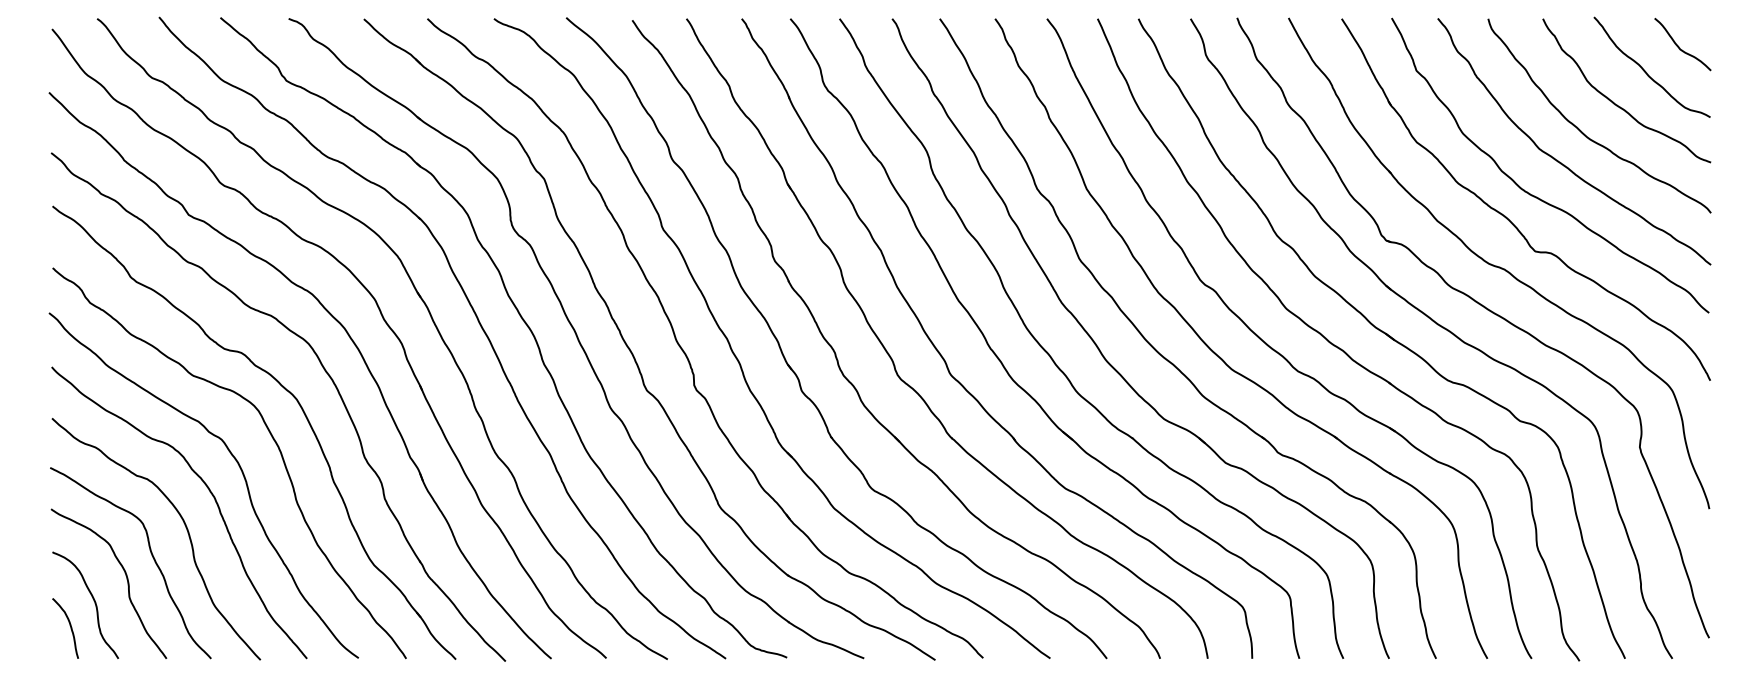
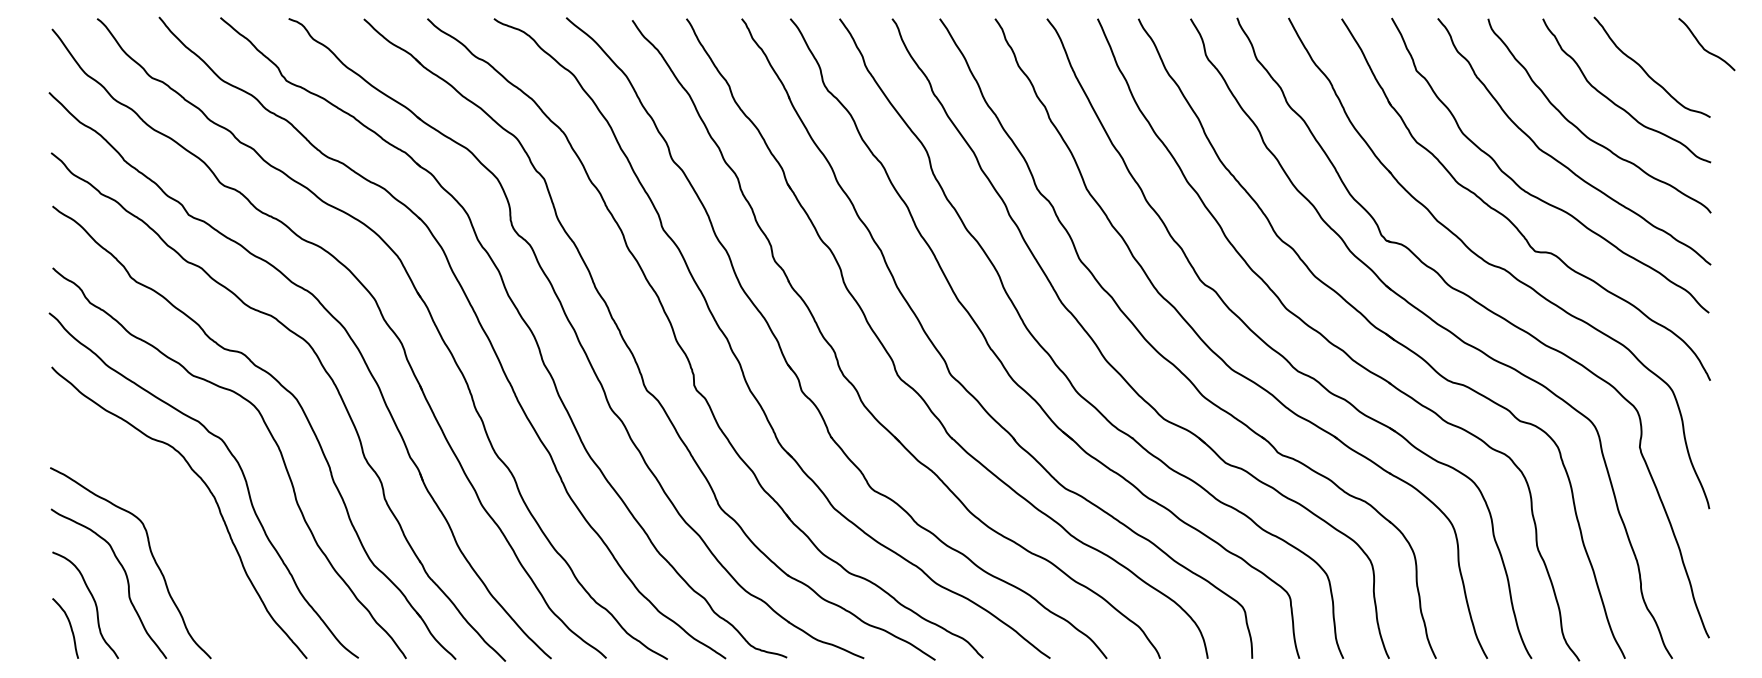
curve at (1679, 46) position: (1679, 46) -> (1703, 46)
curve at (184, 525): present -> none
